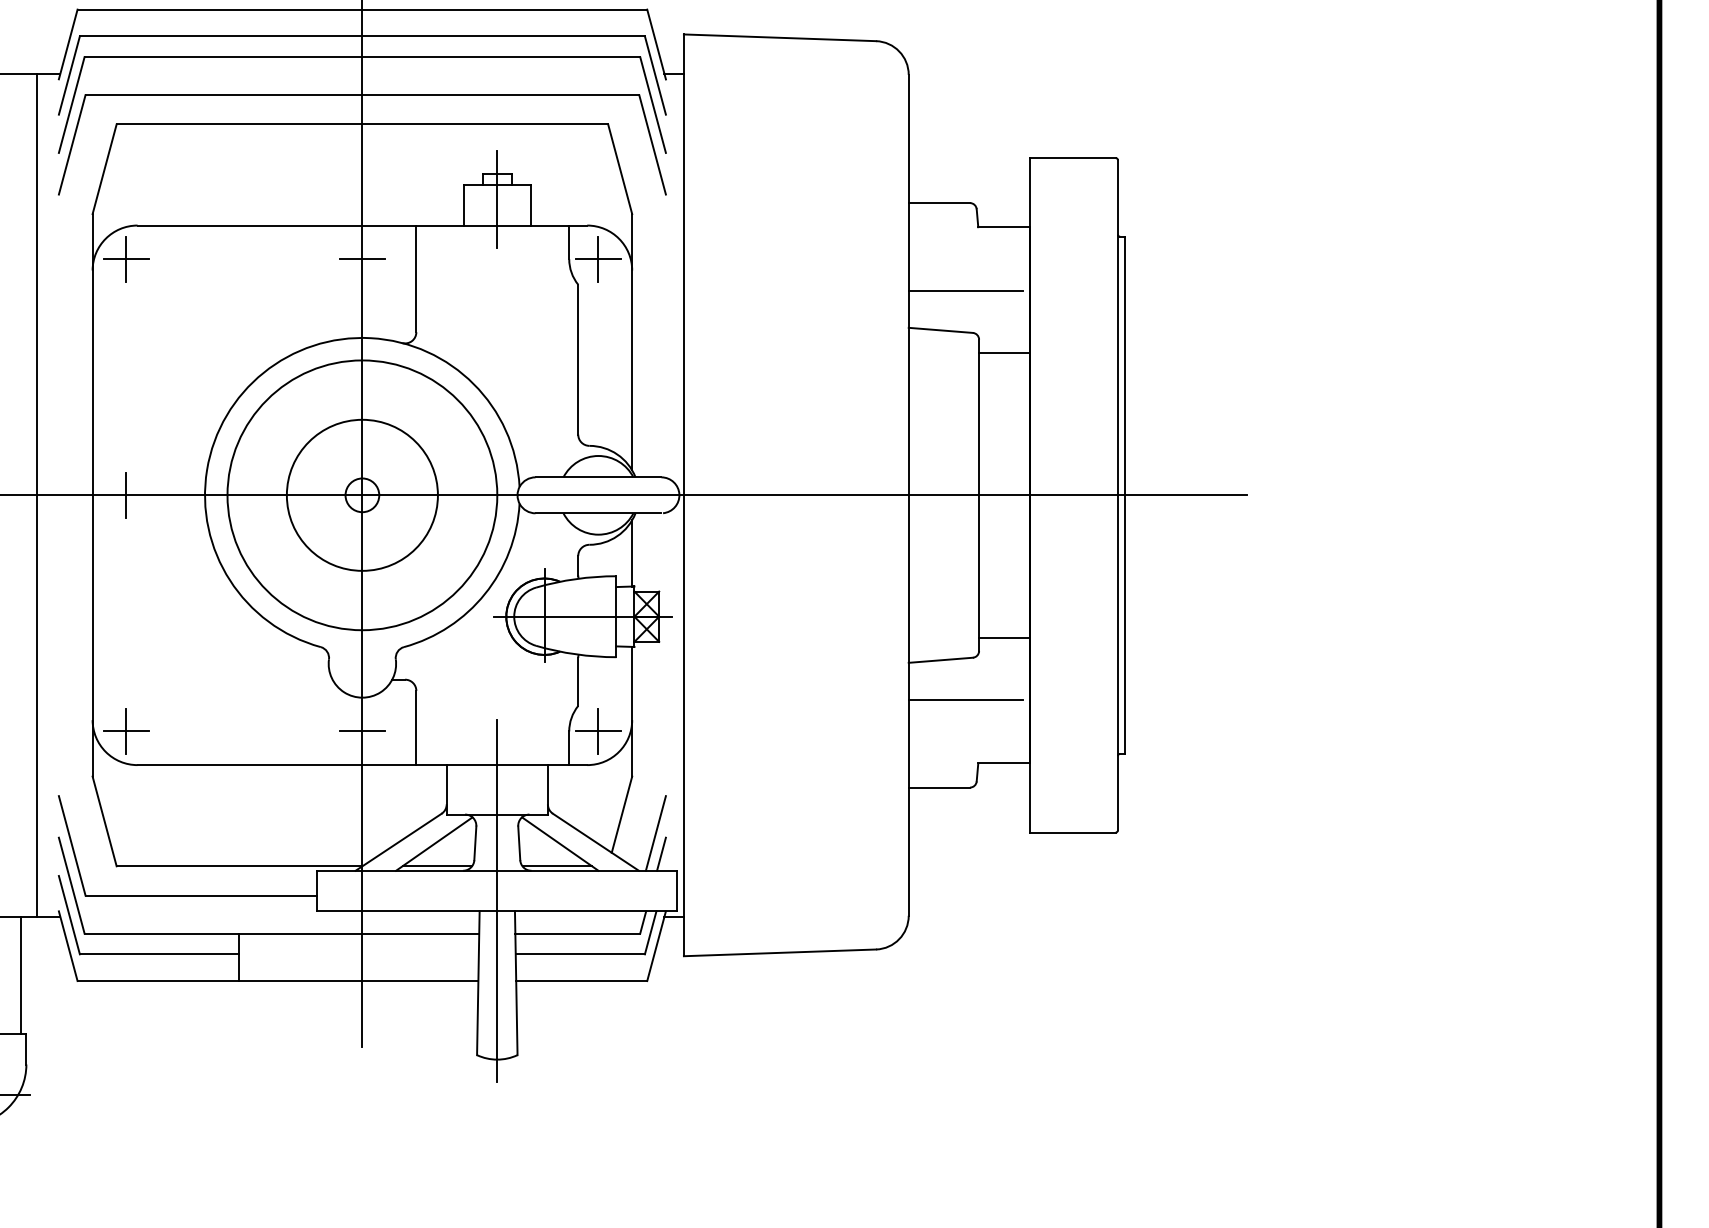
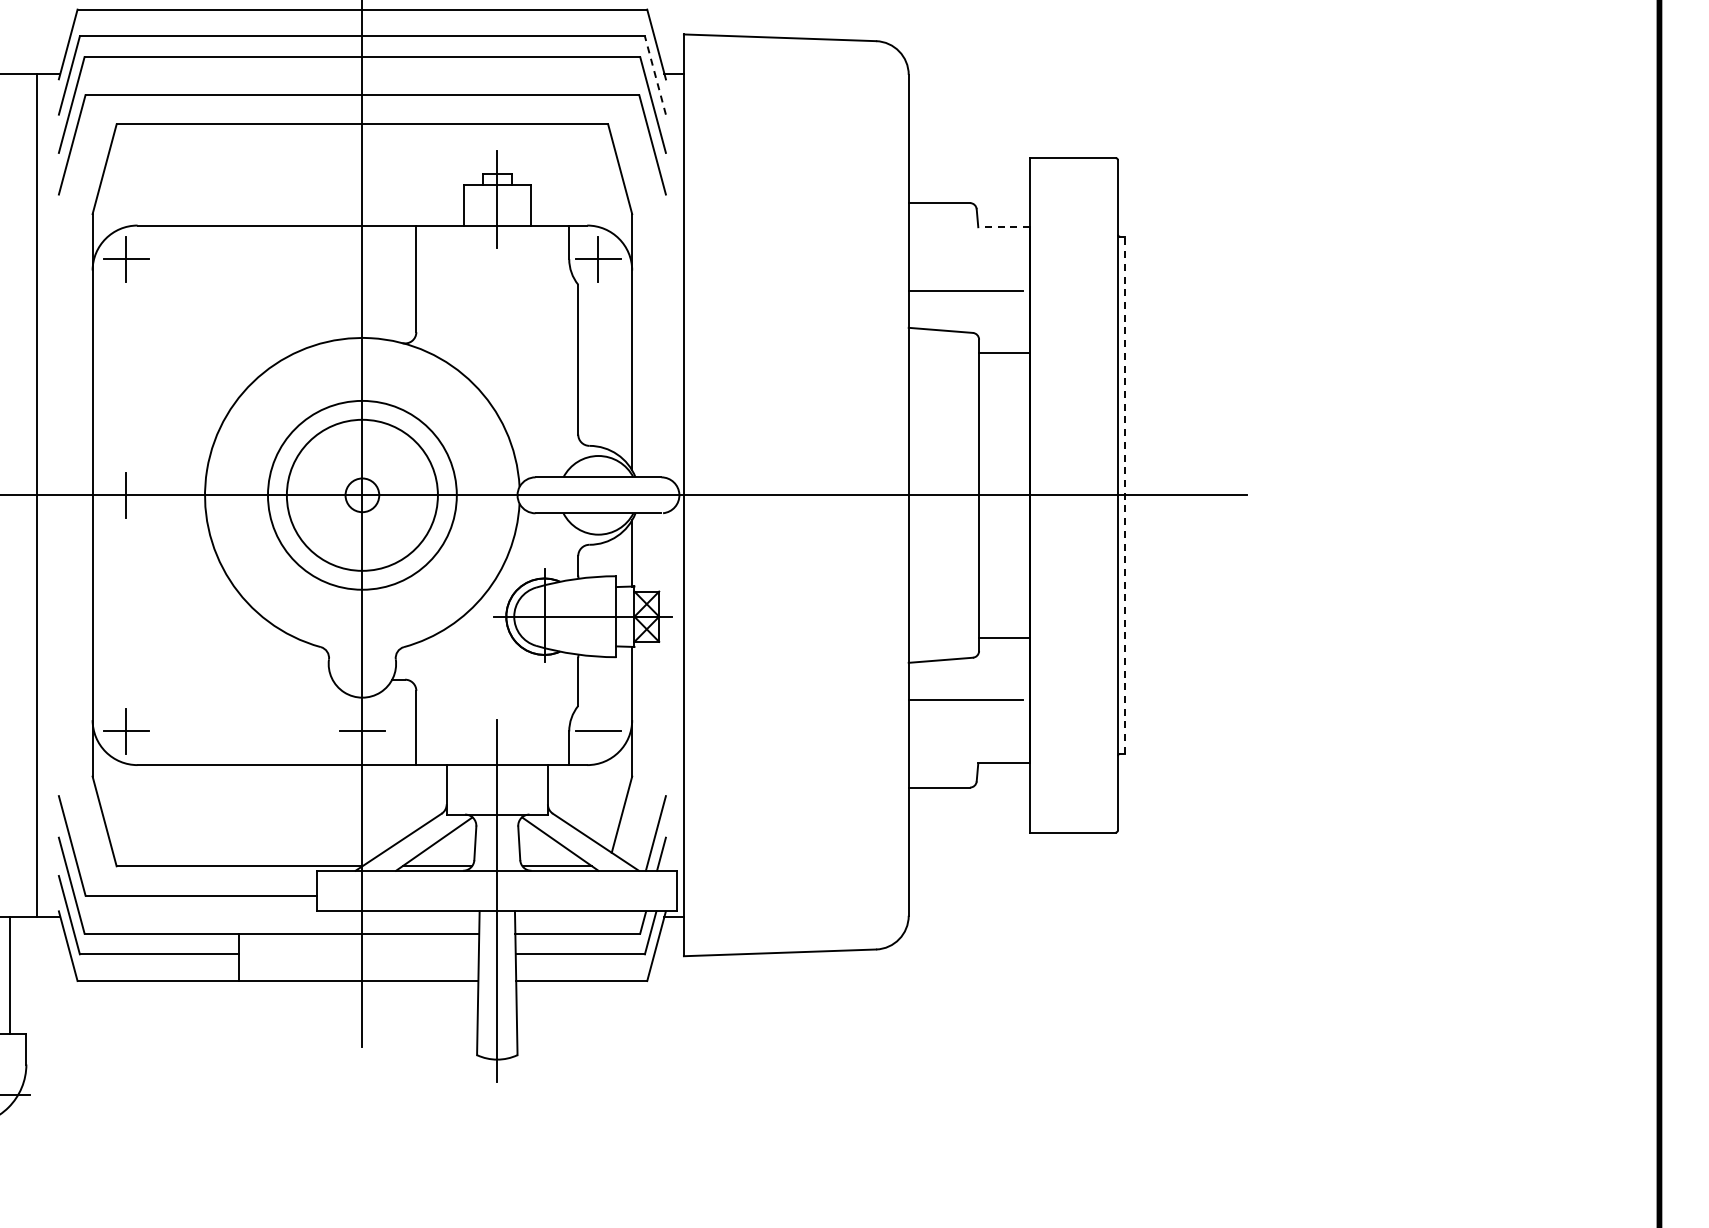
line at (655, 75): solid -> dashed
line at (1004, 227): solid -> dashed
line at (361, 259): present -> none
circle at (362, 495) diameter: 270 px -> 189 px
line at (1124, 495): solid -> dashed
line at (598, 730): present -> none
line at (20, 975) position: (20, 975) -> (9, 975)
